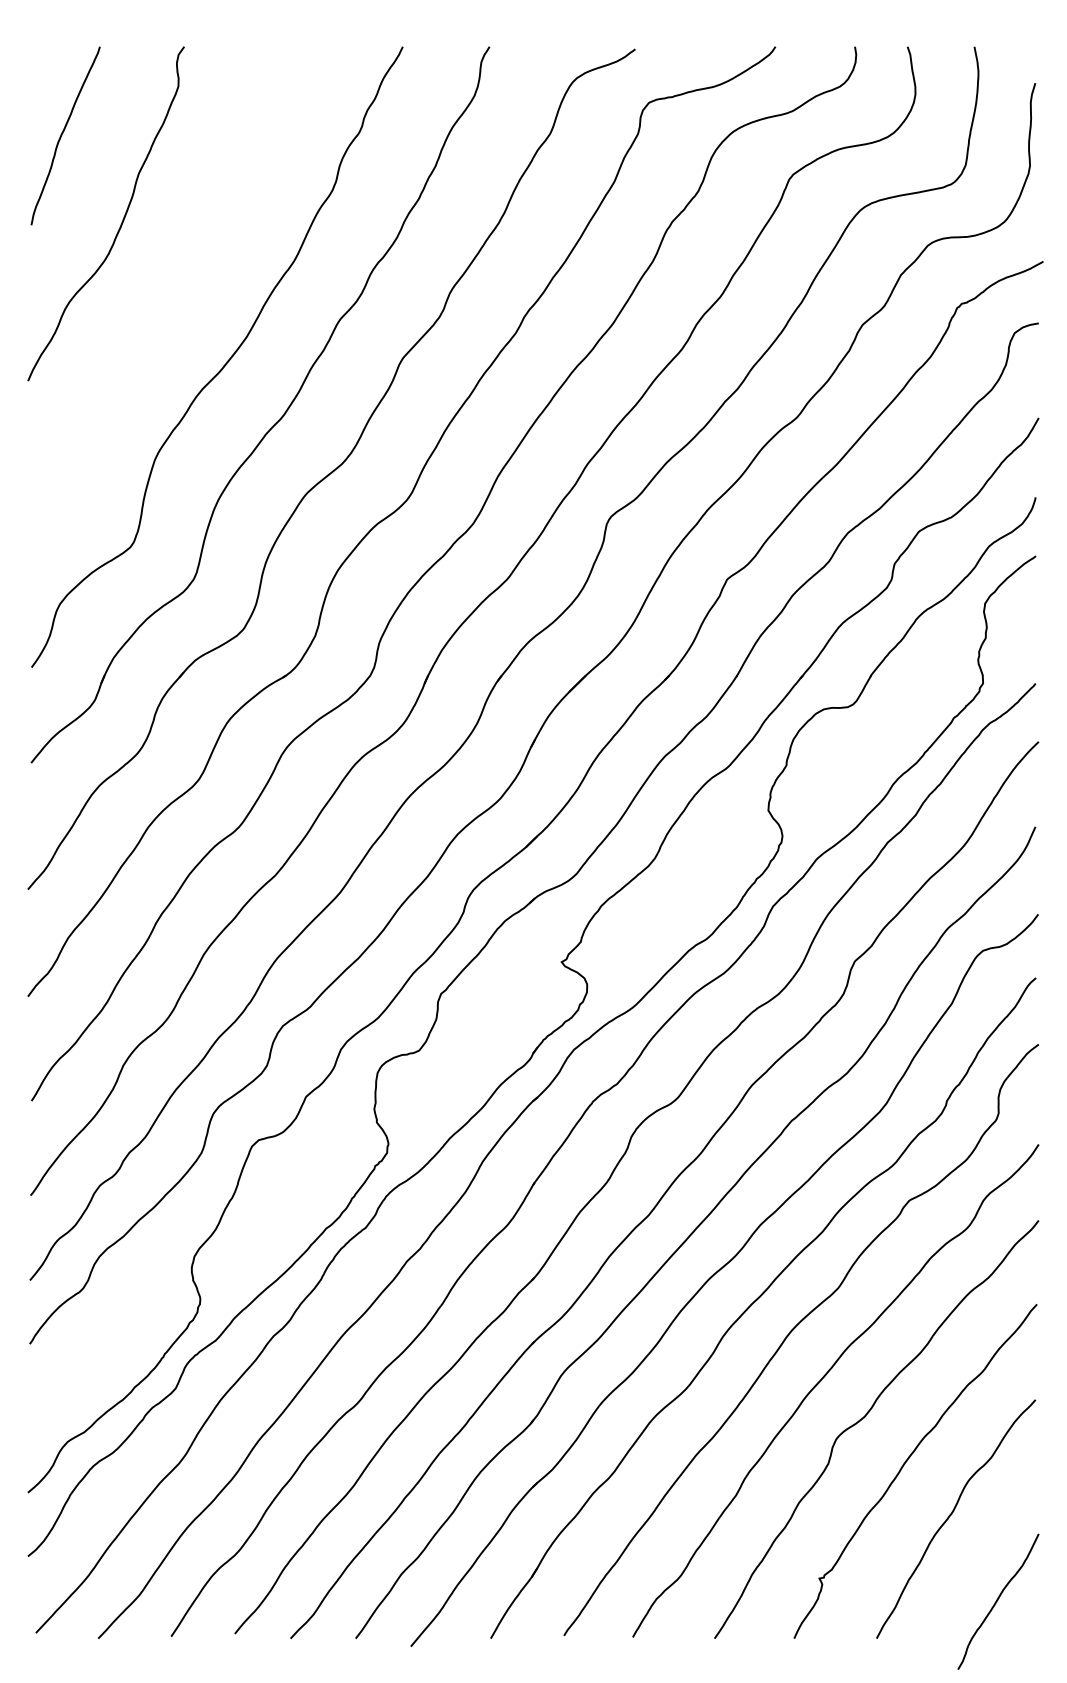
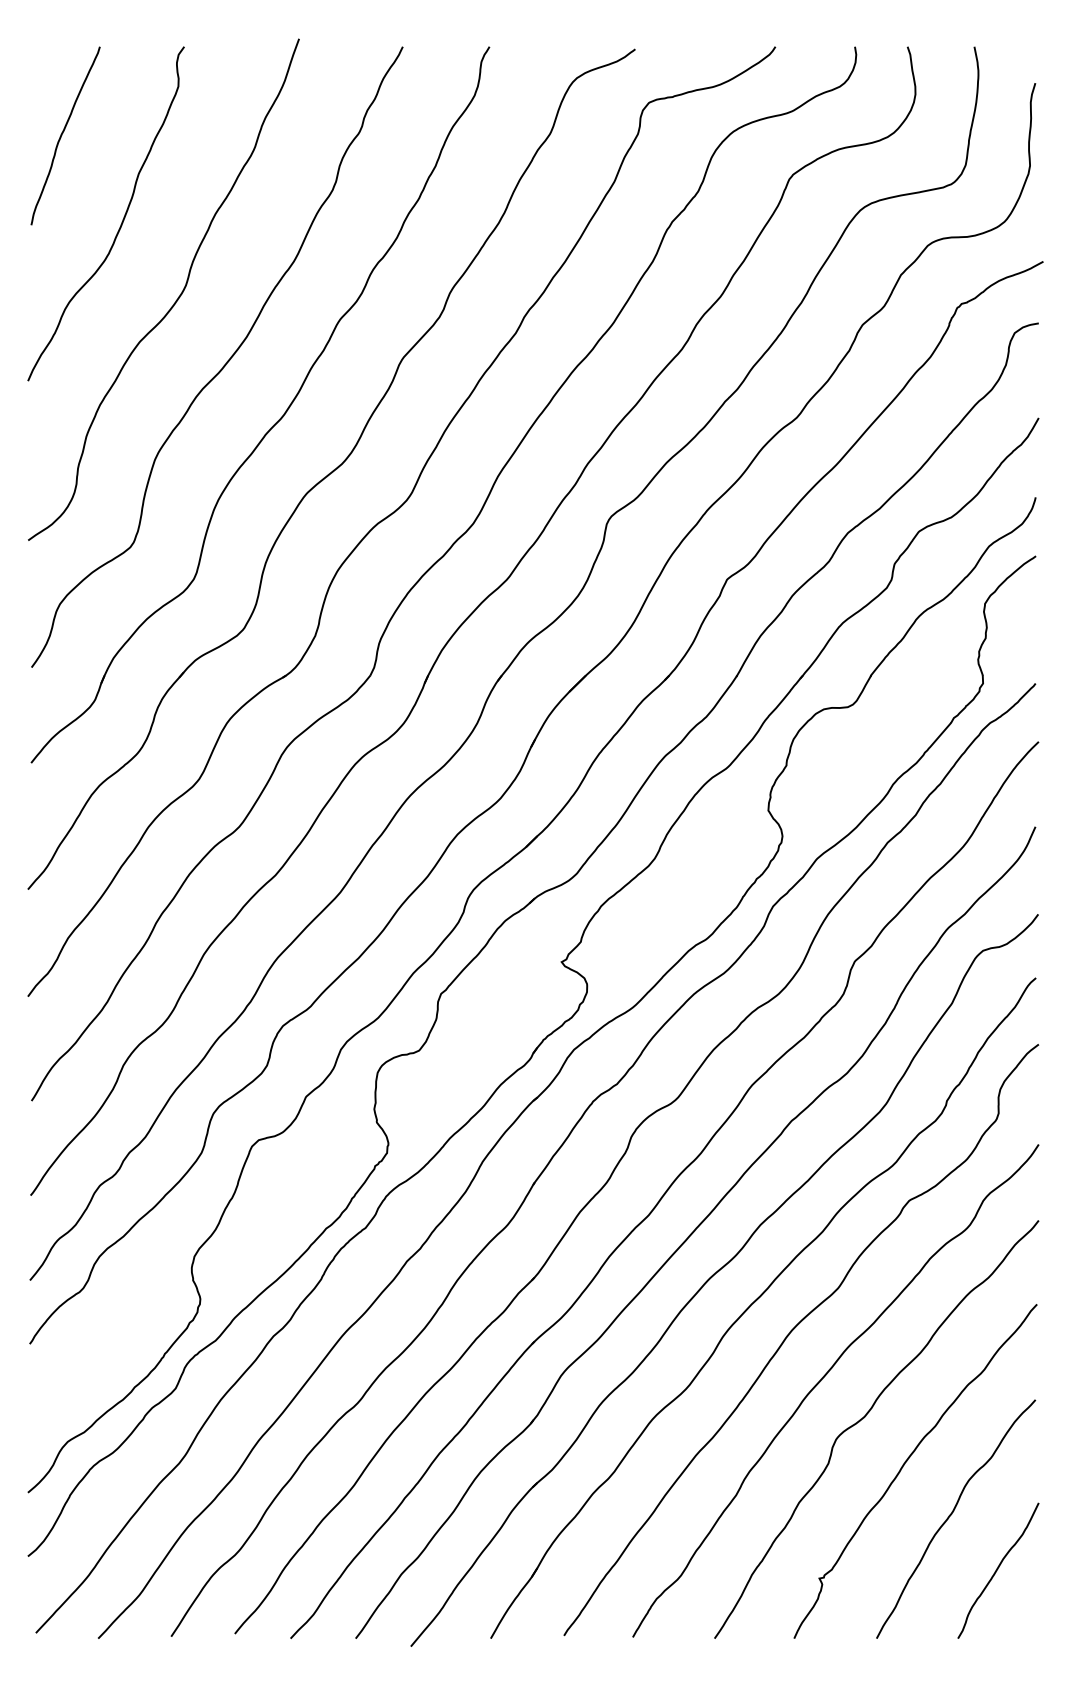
curve at (177, 297): none -> present
curve at (998, 1600) position: (998, 1600) -> (998, 1569)
